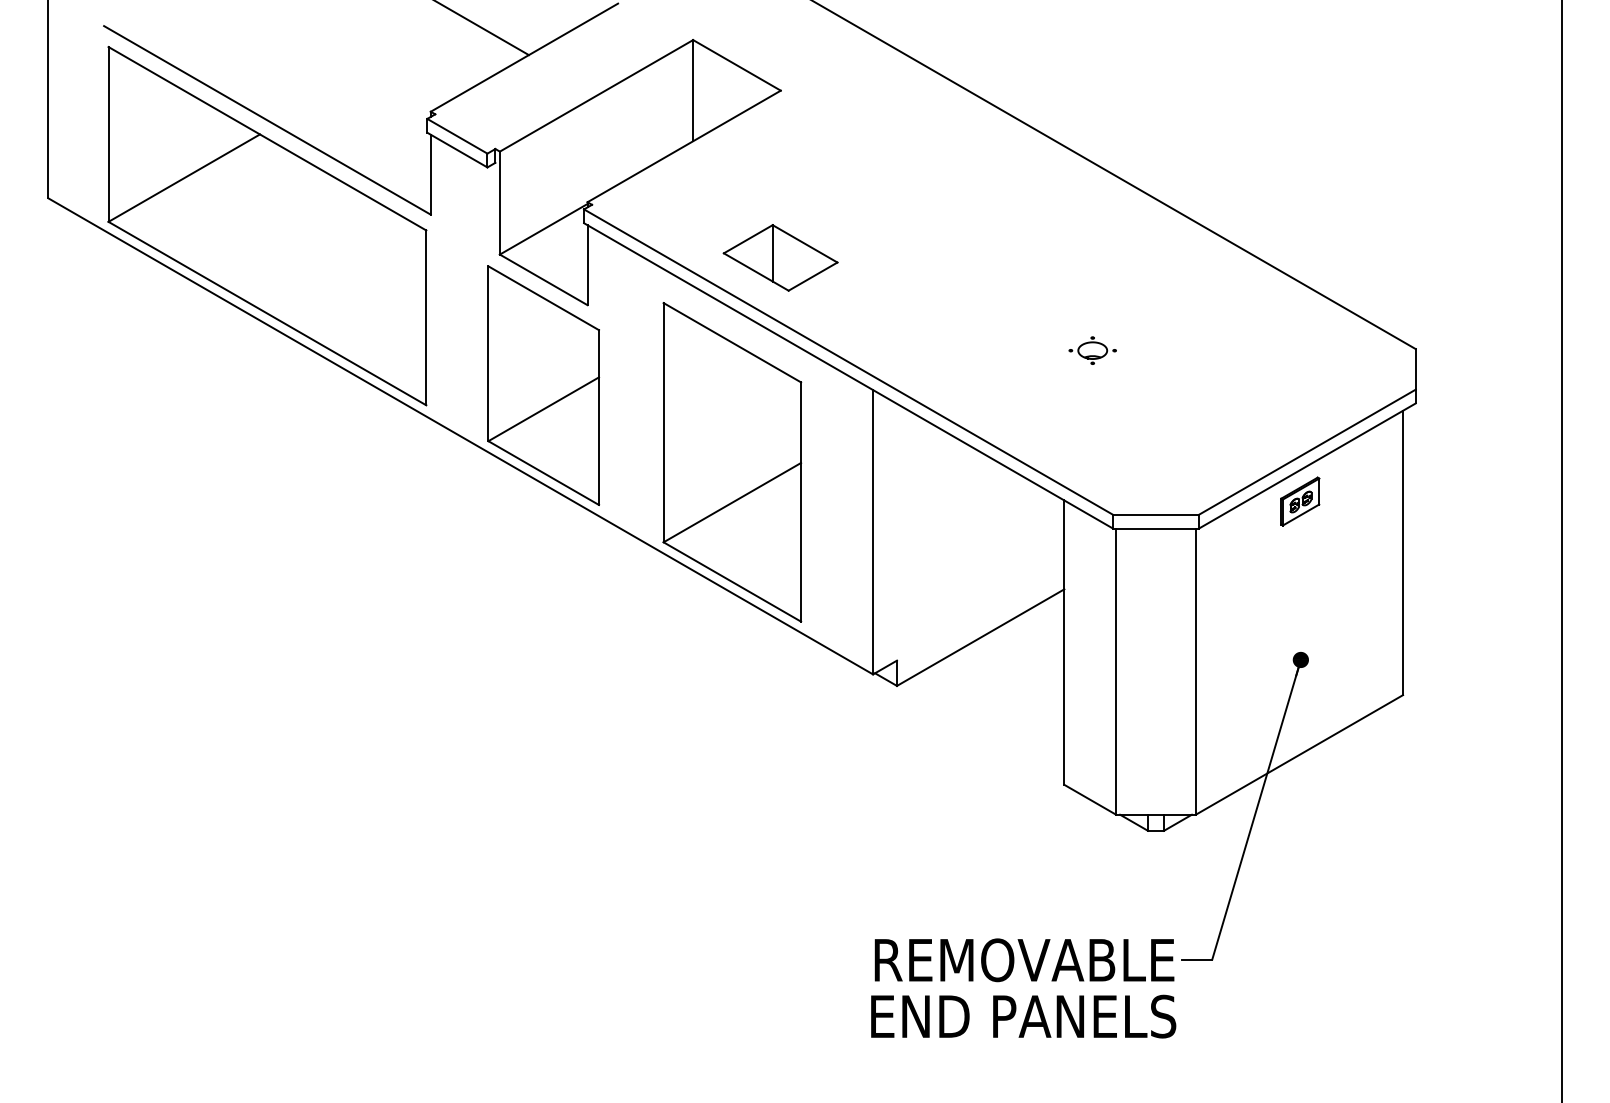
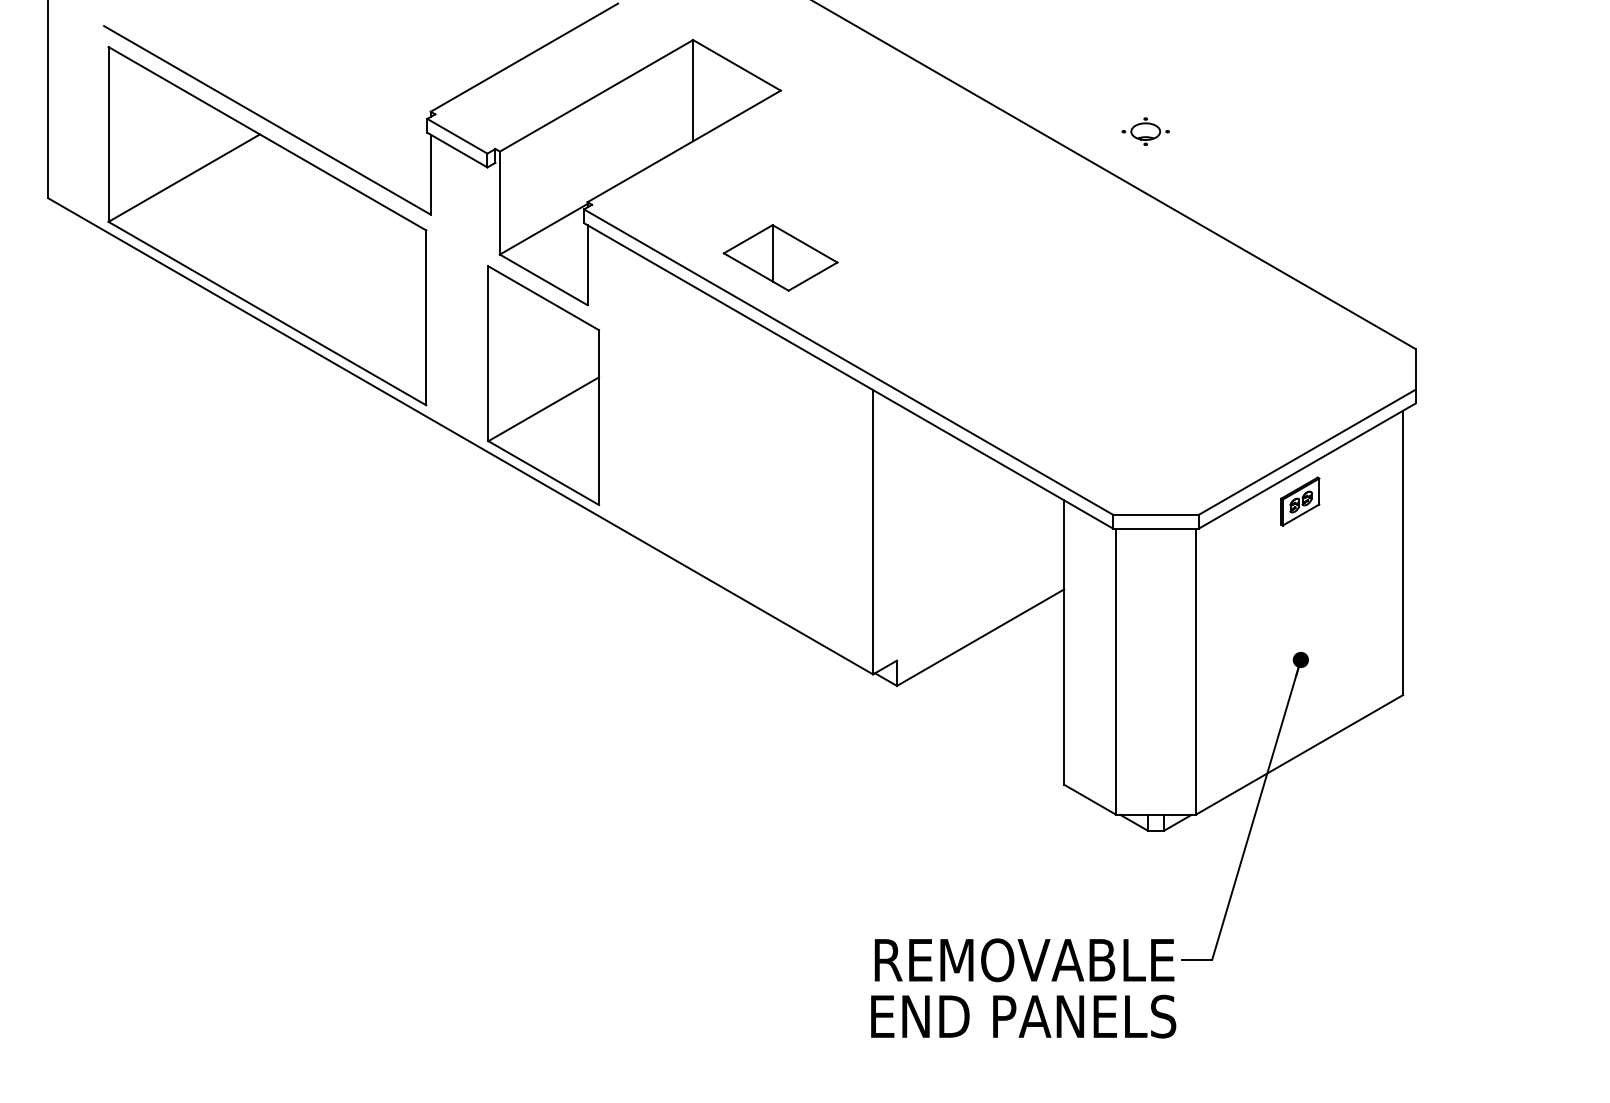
line at (482, 28): present -> none
part at (1092, 350) position: (1092, 350) -> (1145, 131)
part at (732, 462): present -> none
line at (1561, 550): present -> none
